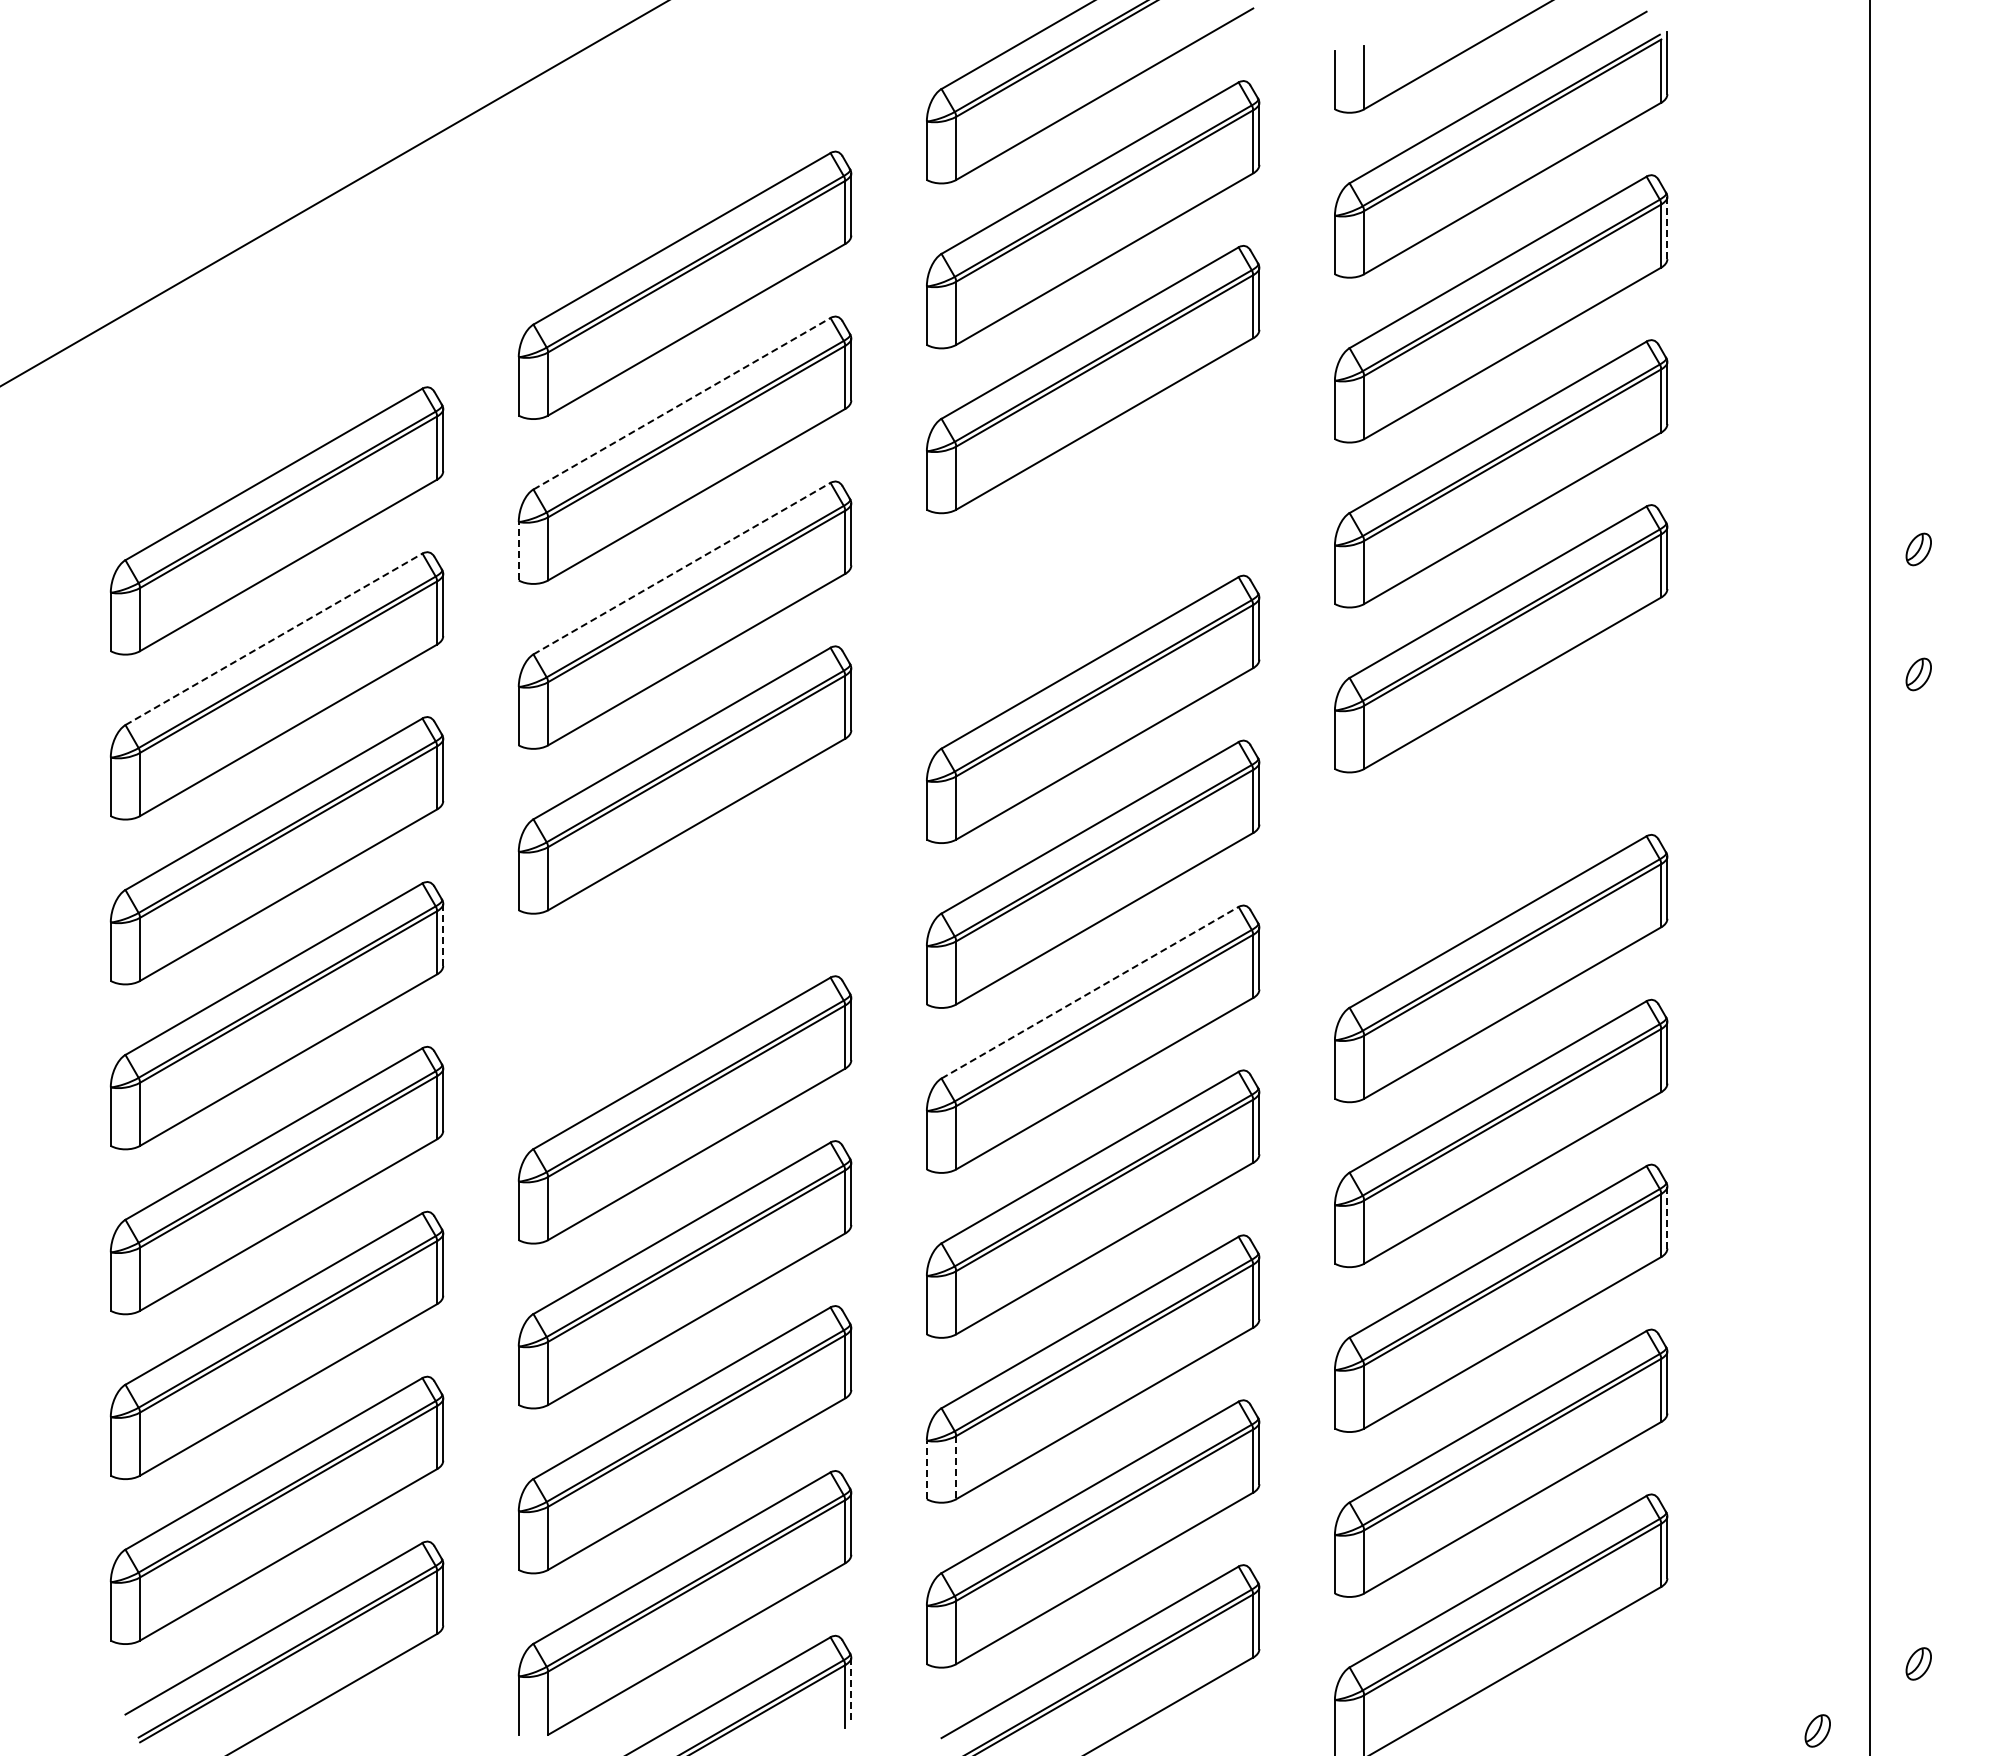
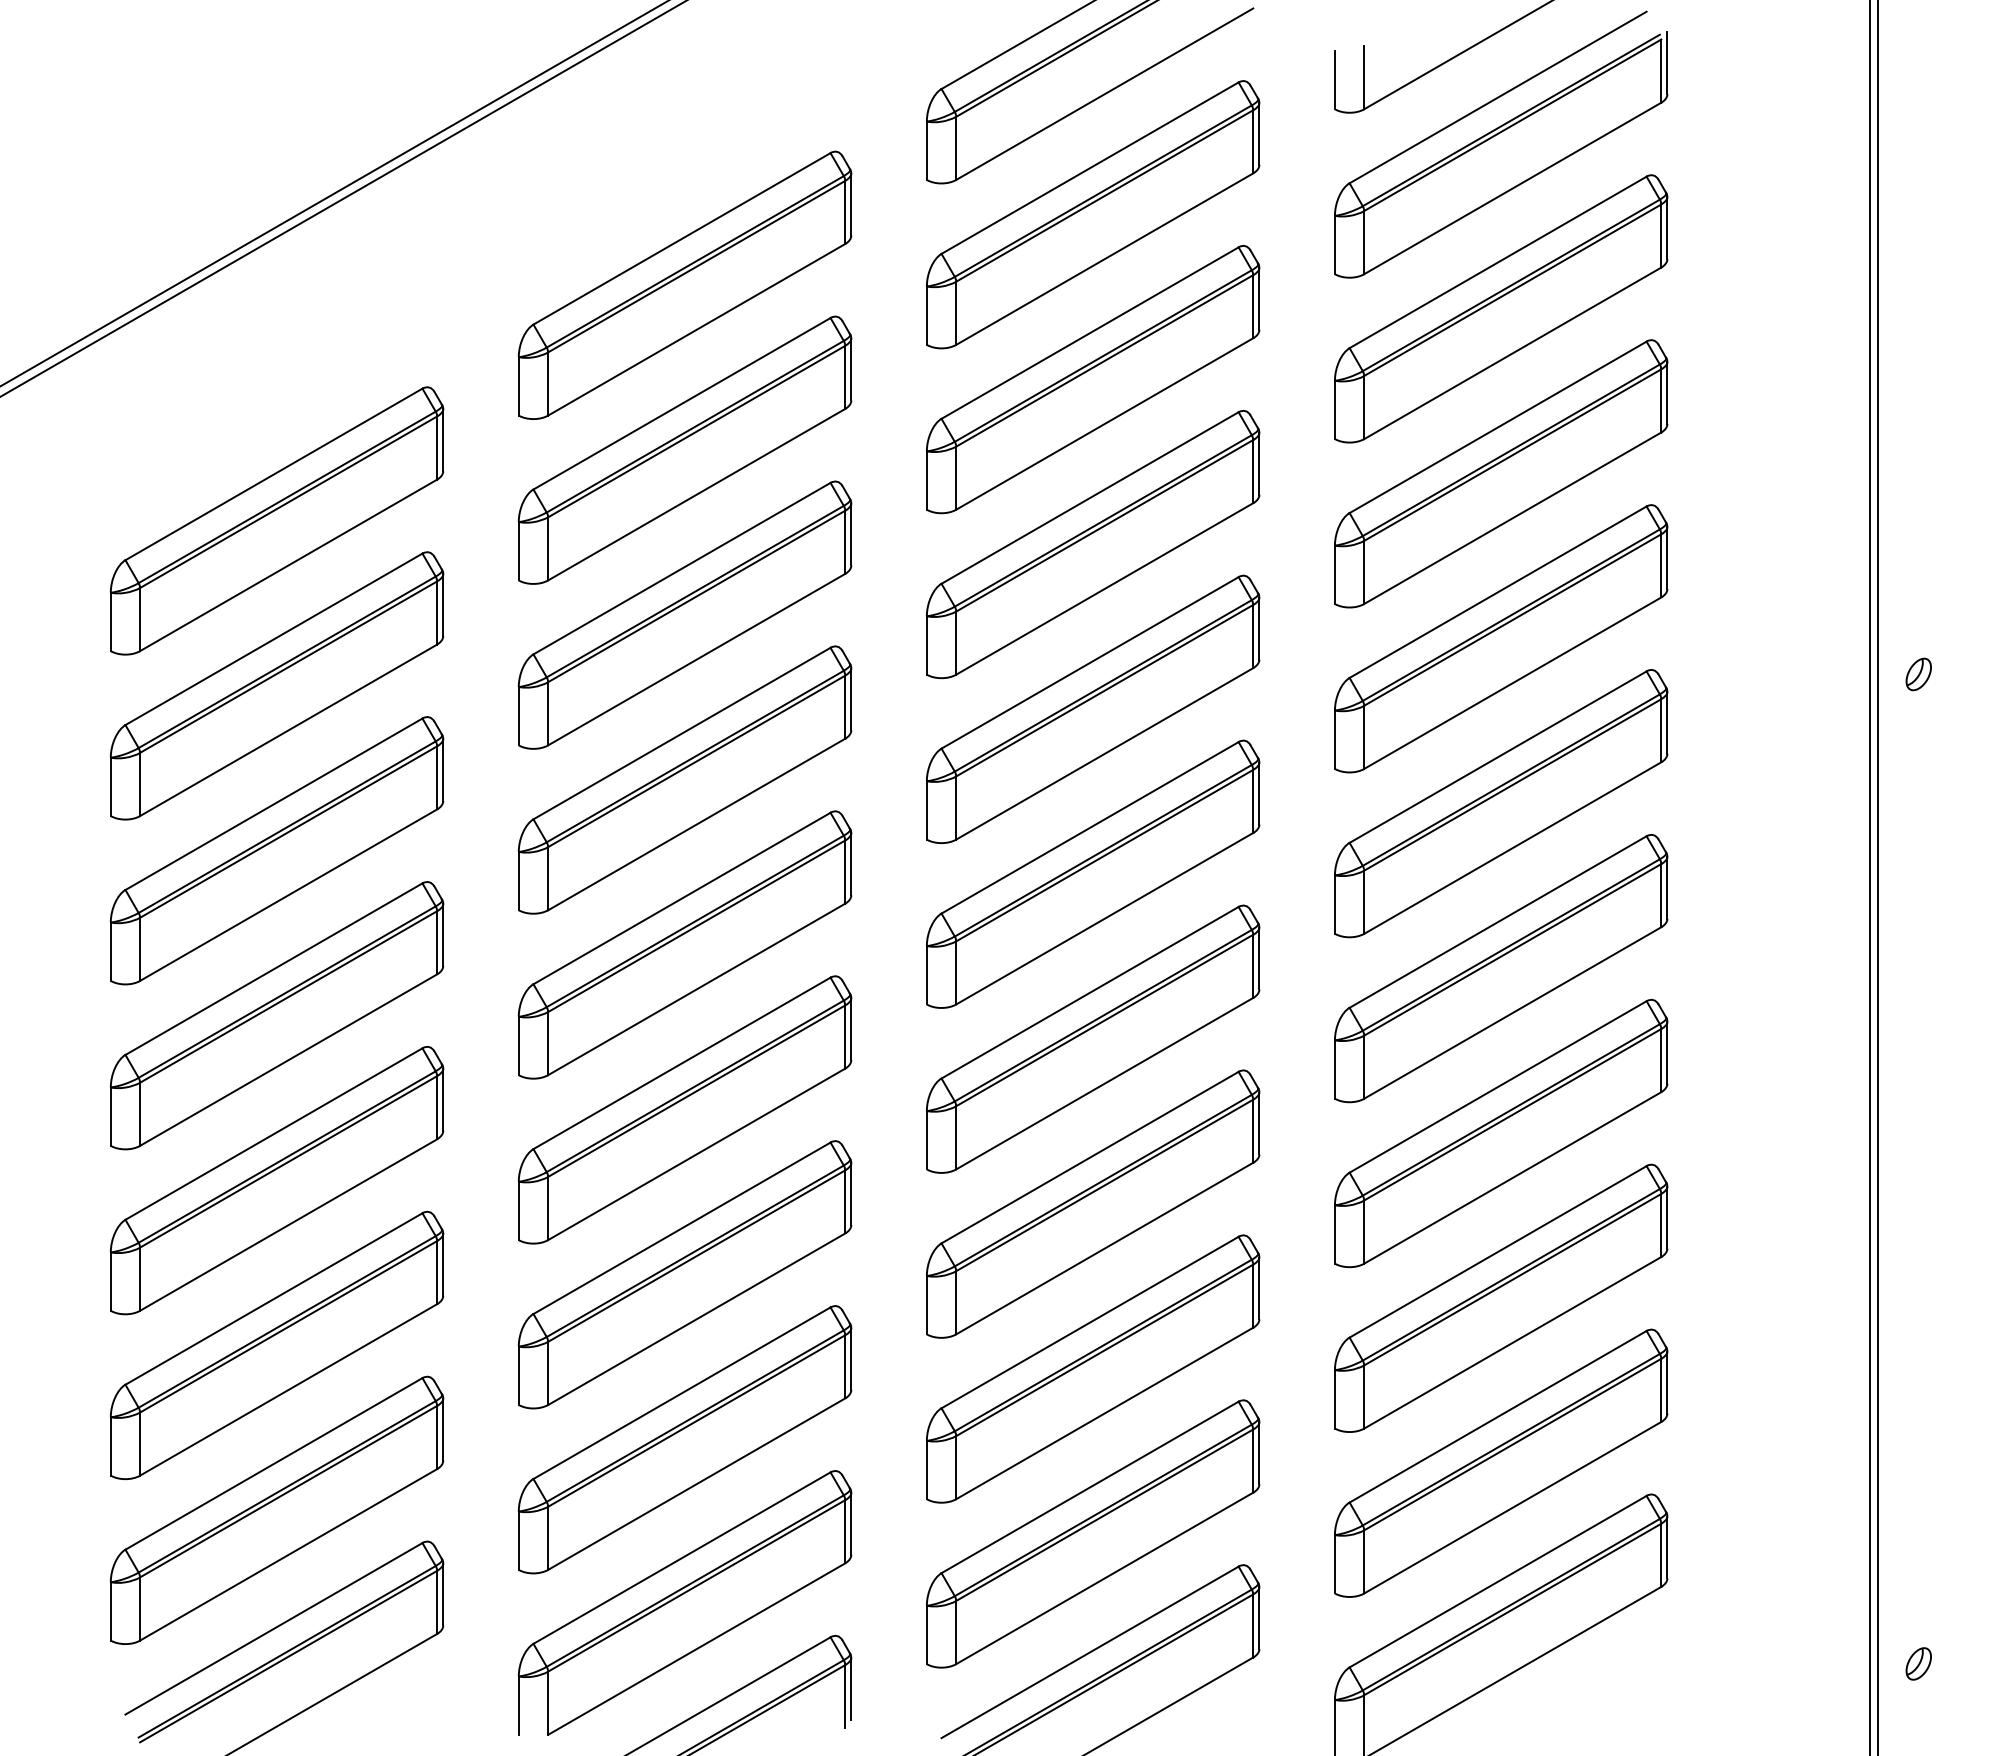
line at (343, 198): none -> present
line at (1667, 228): dashed -> solid
line at (682, 403): dashed -> solid
part at (1093, 544): none -> present
part at (1918, 549): present -> none
line at (518, 550): dashed -> solid
line at (682, 568): dashed -> solid
line at (274, 639): dashed -> solid
part at (1501, 803): none -> present
line at (1878, 877): none -> present
line at (443, 934): dashed -> solid
part at (684, 944): none -> present
line at (1090, 992): dashed -> solid
line at (1667, 1217): dashed -> solid
line at (956, 1467): dashed -> solid
line at (926, 1469): dashed -> solid
line at (851, 1688): dashed -> solid
part at (1817, 1730): present -> none
